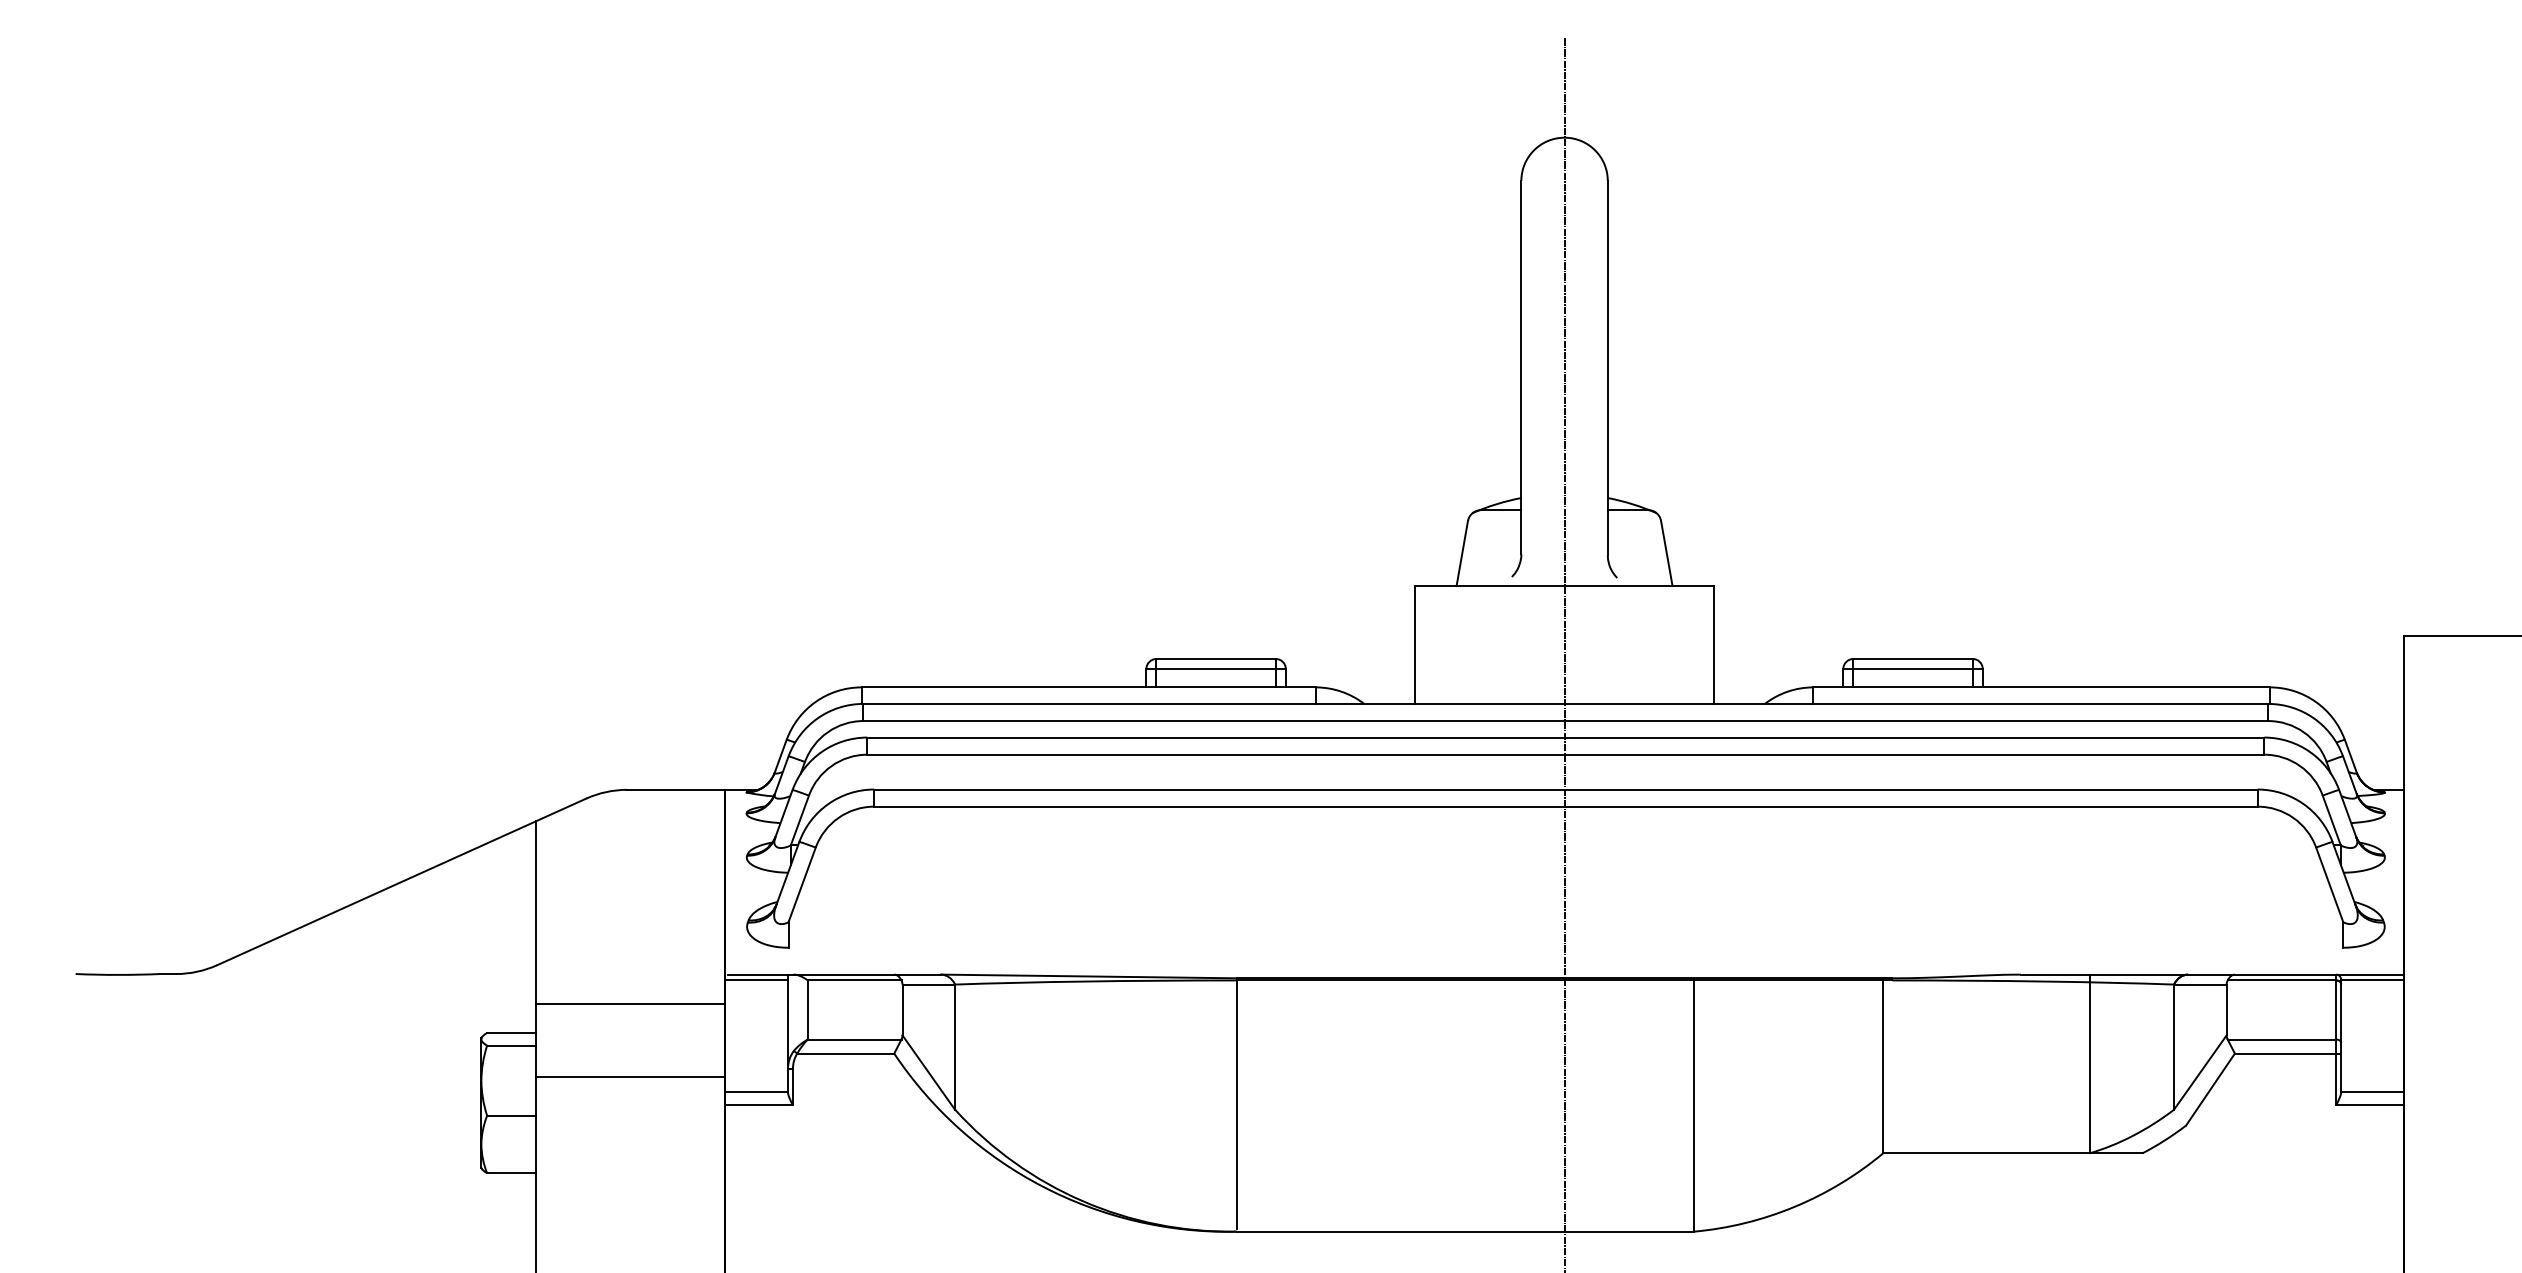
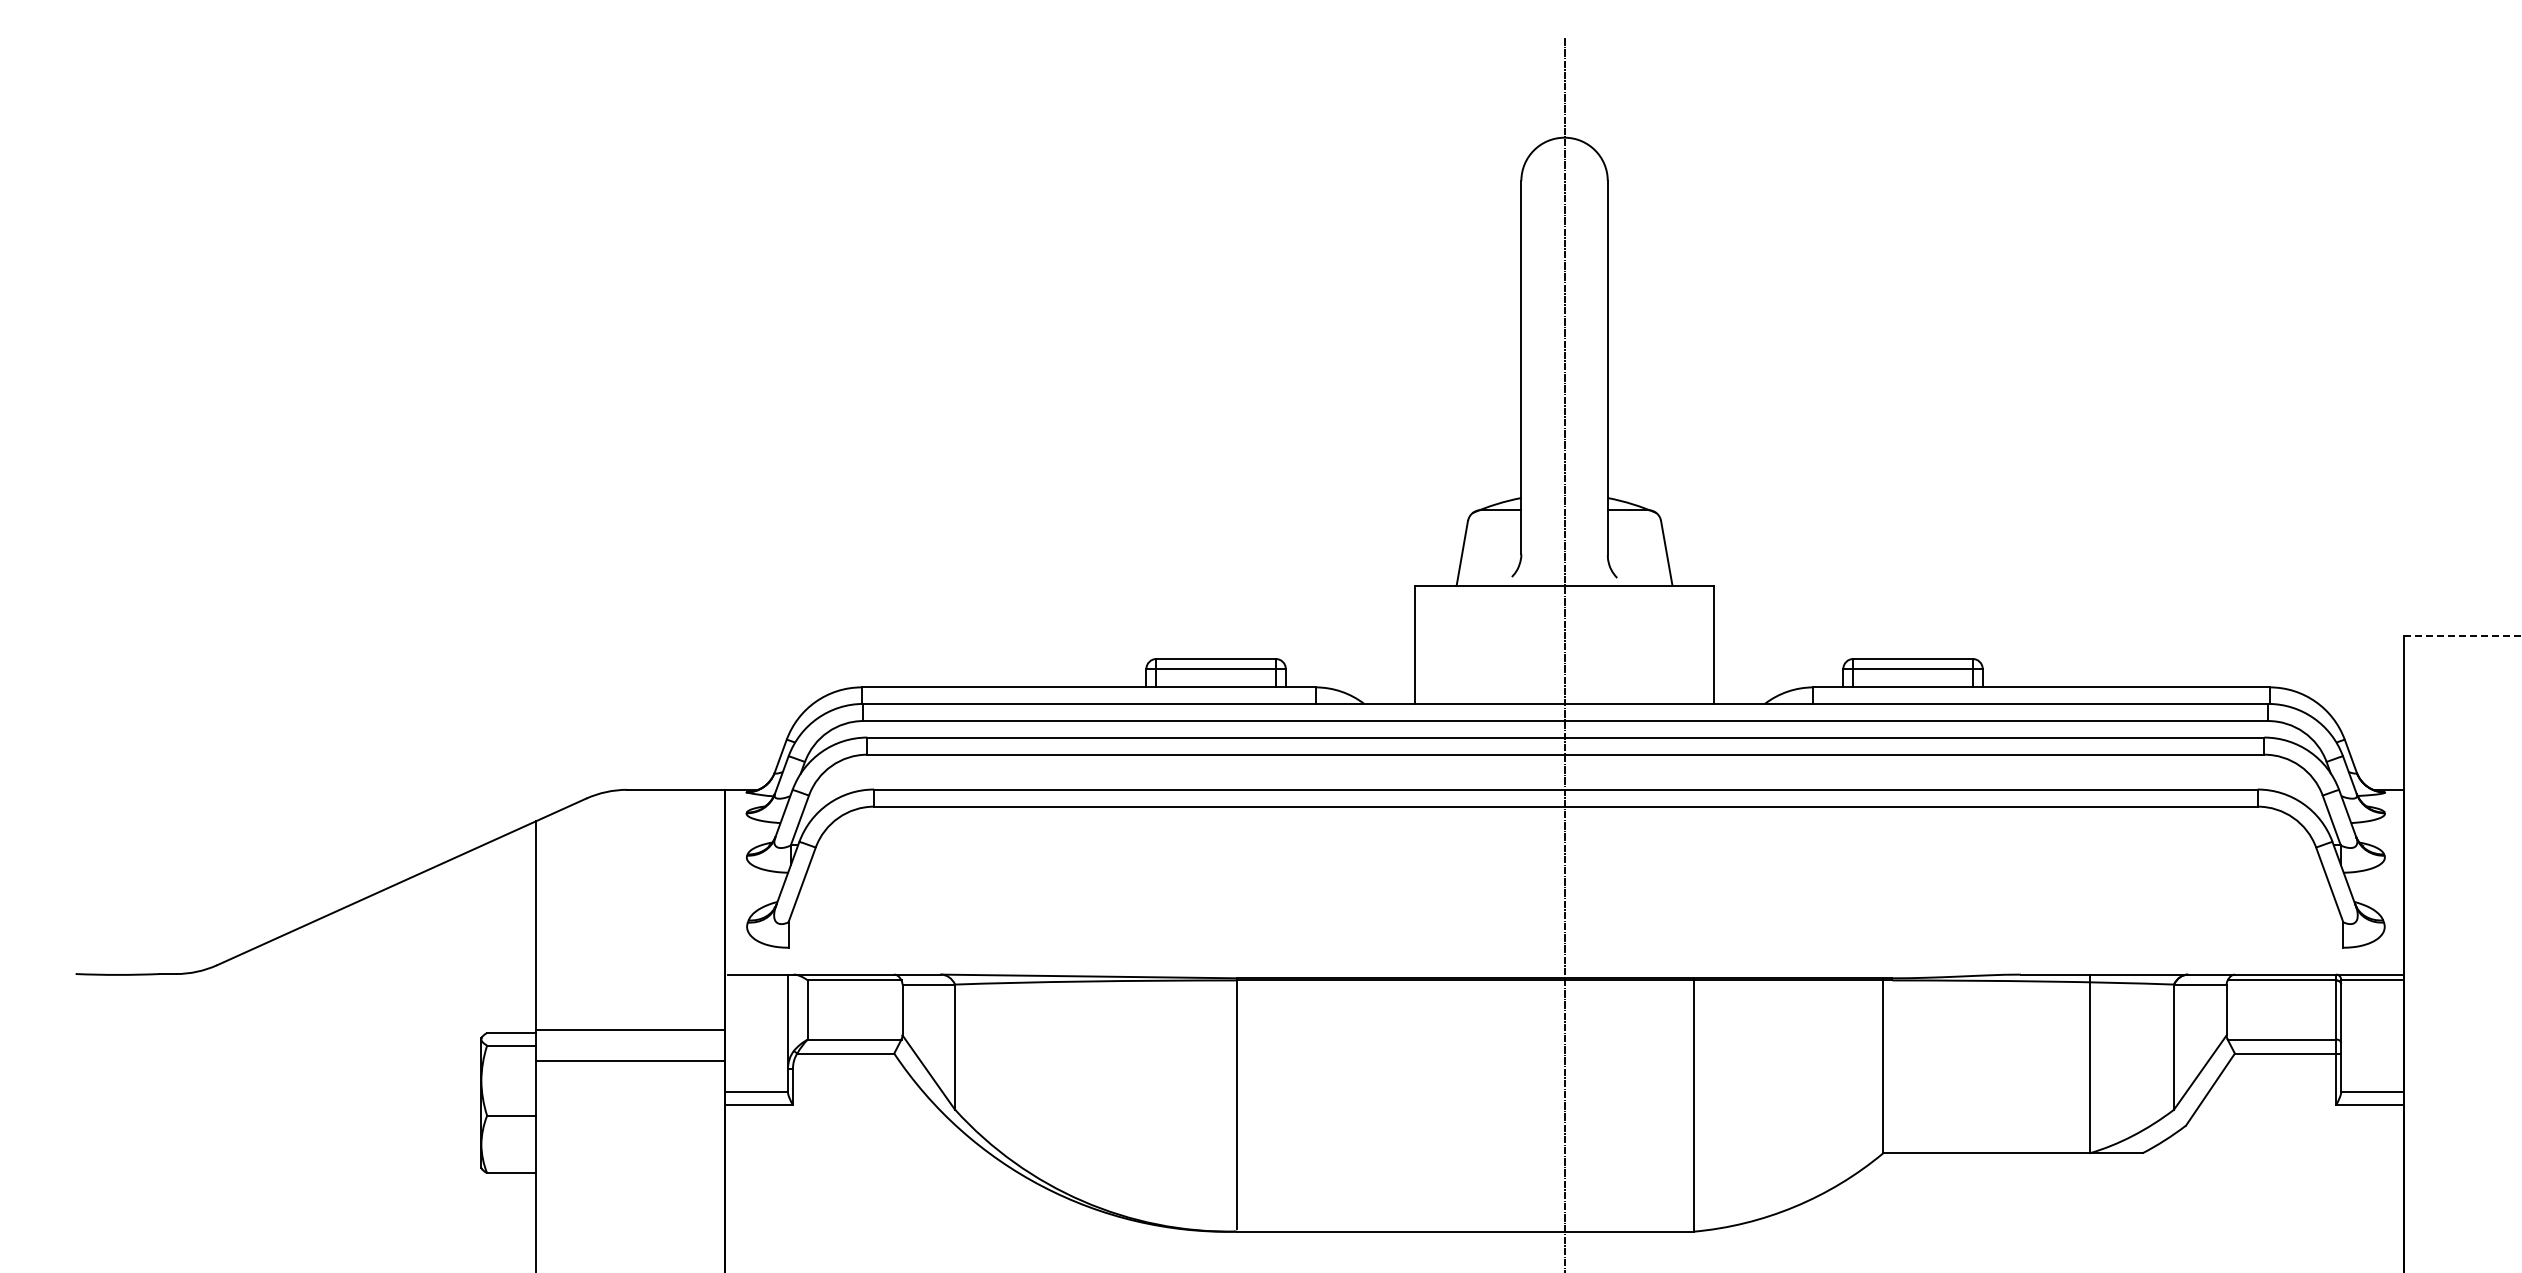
line at (2462, 635): solid -> dashed
line at (756, 979): present -> none
line at (630, 1003) position: (630, 1003) -> (630, 1029)
line at (630, 1077) position: (630, 1077) -> (630, 1061)
